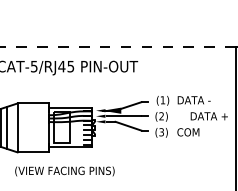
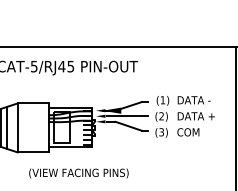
line at (117, 46): dashed -> solid
text at (208, 116) position: (208, 116) -> (195, 116)
text at (64, 171) position: (64, 171) -> (78, 173)
